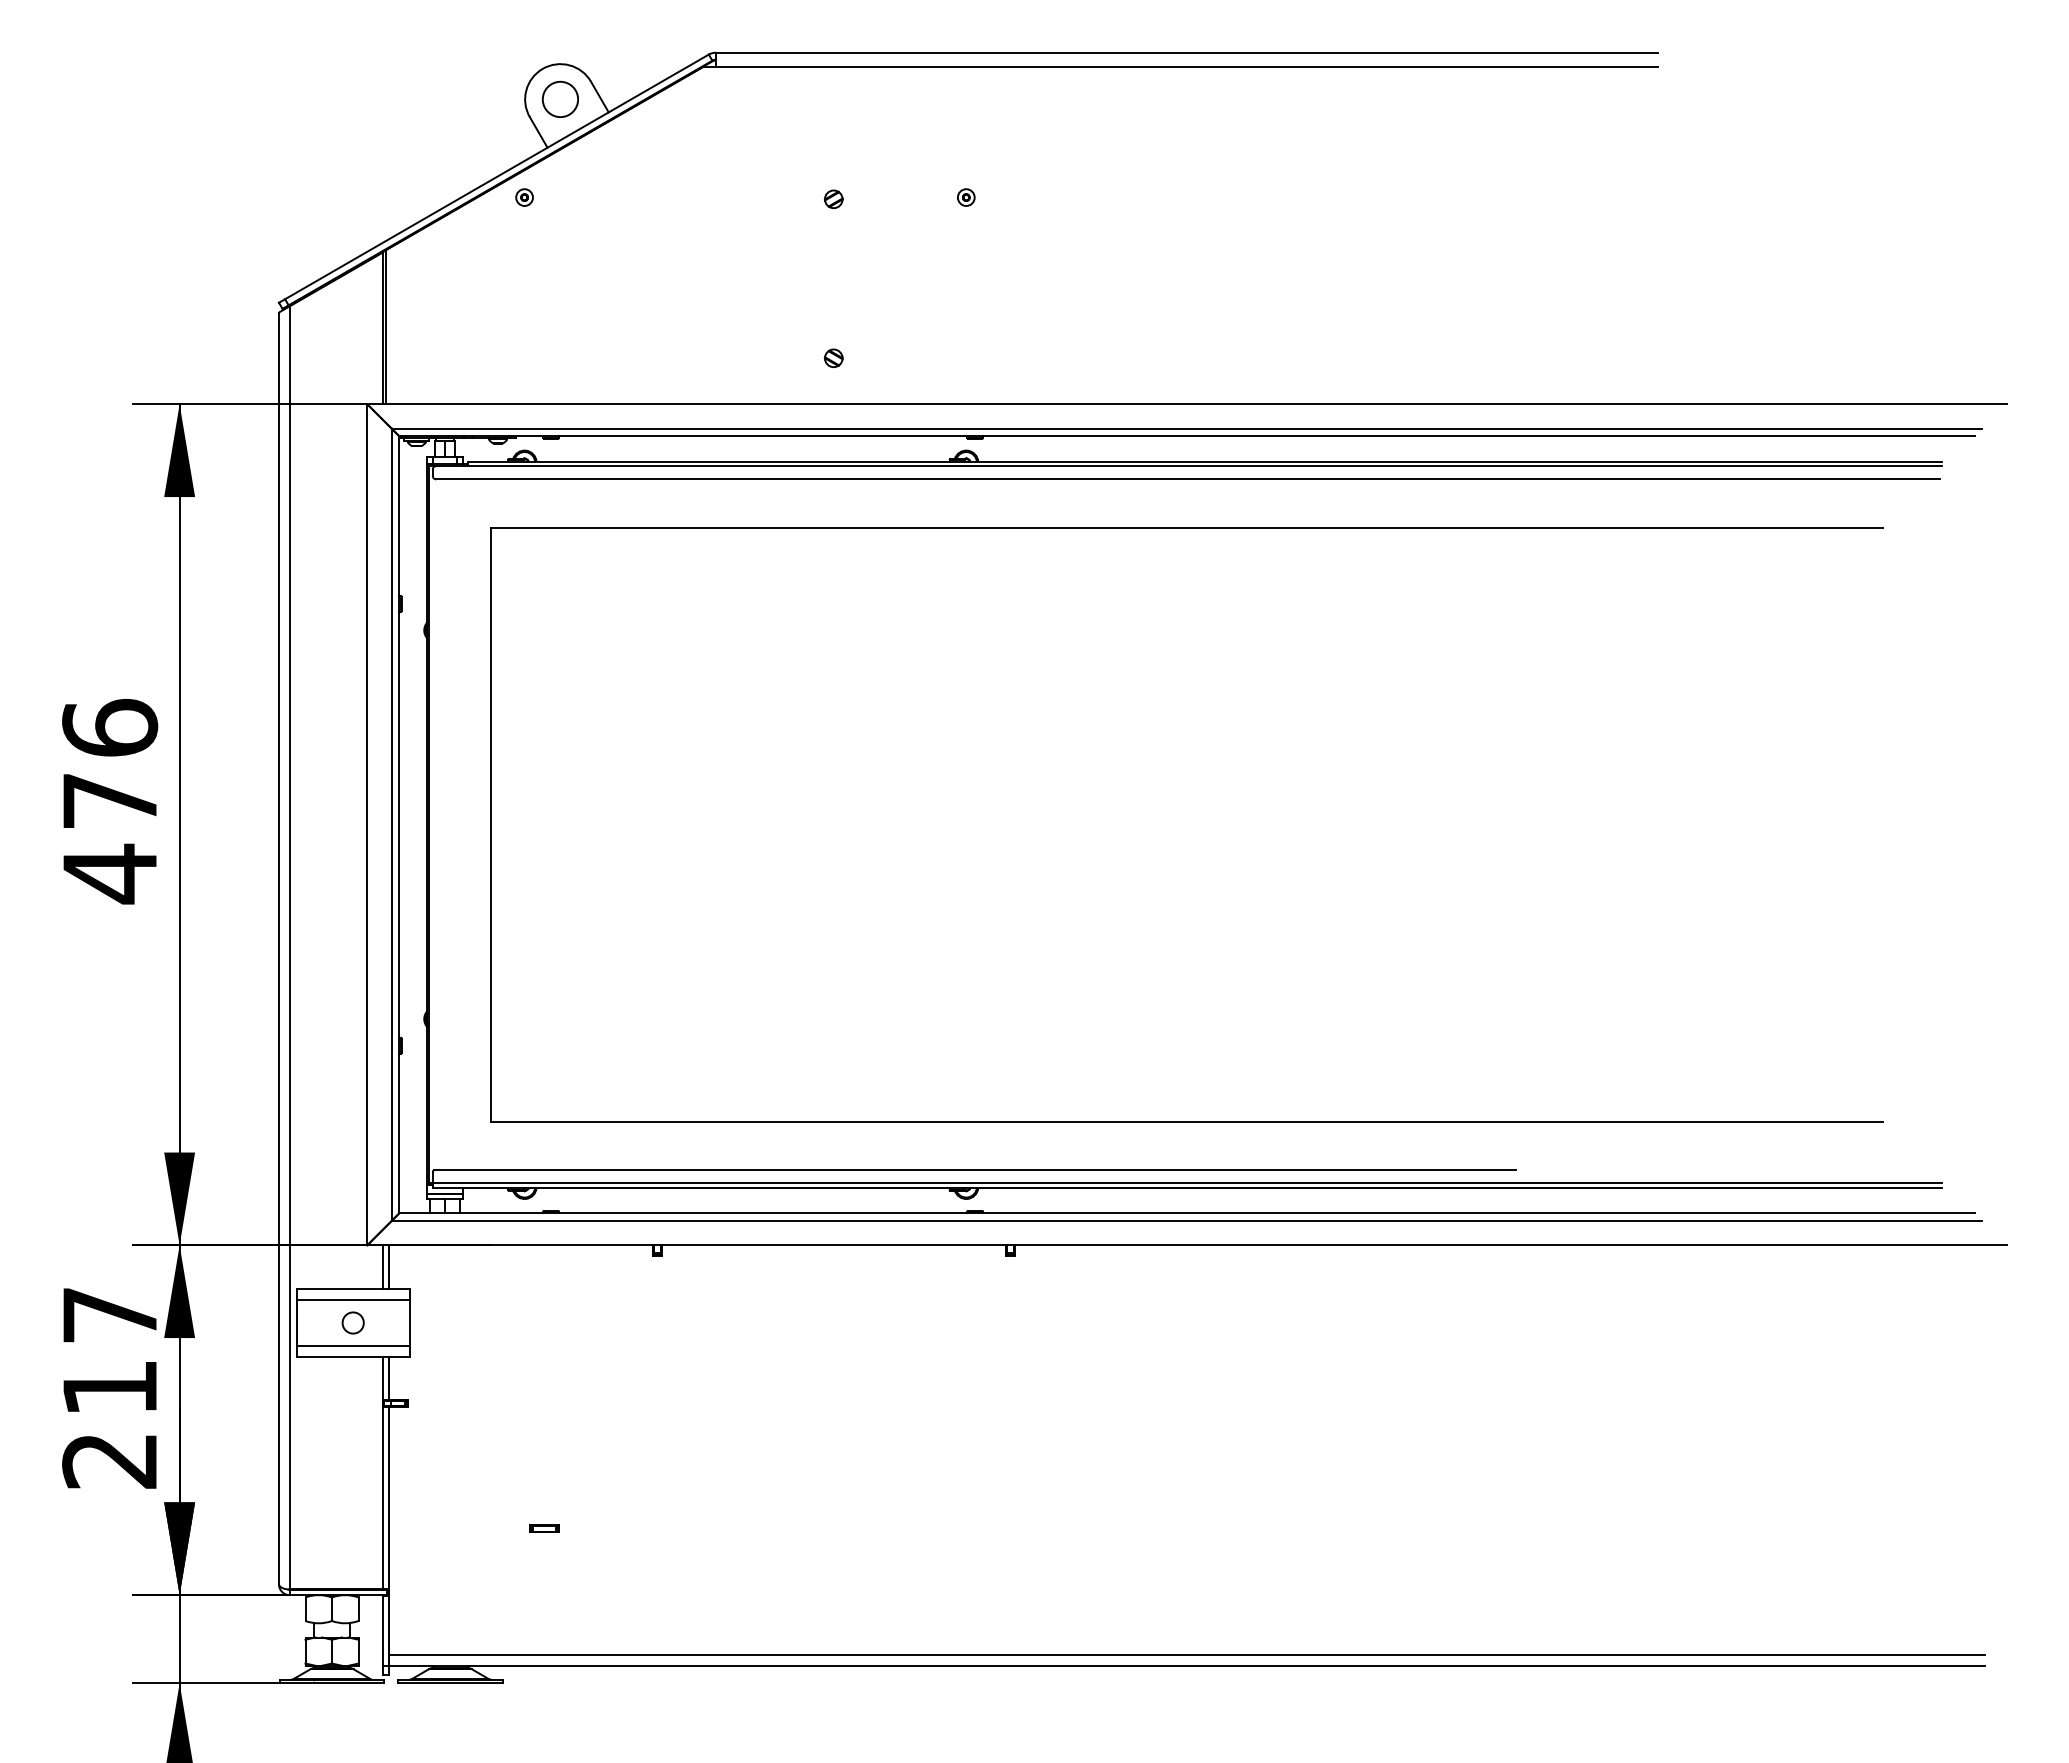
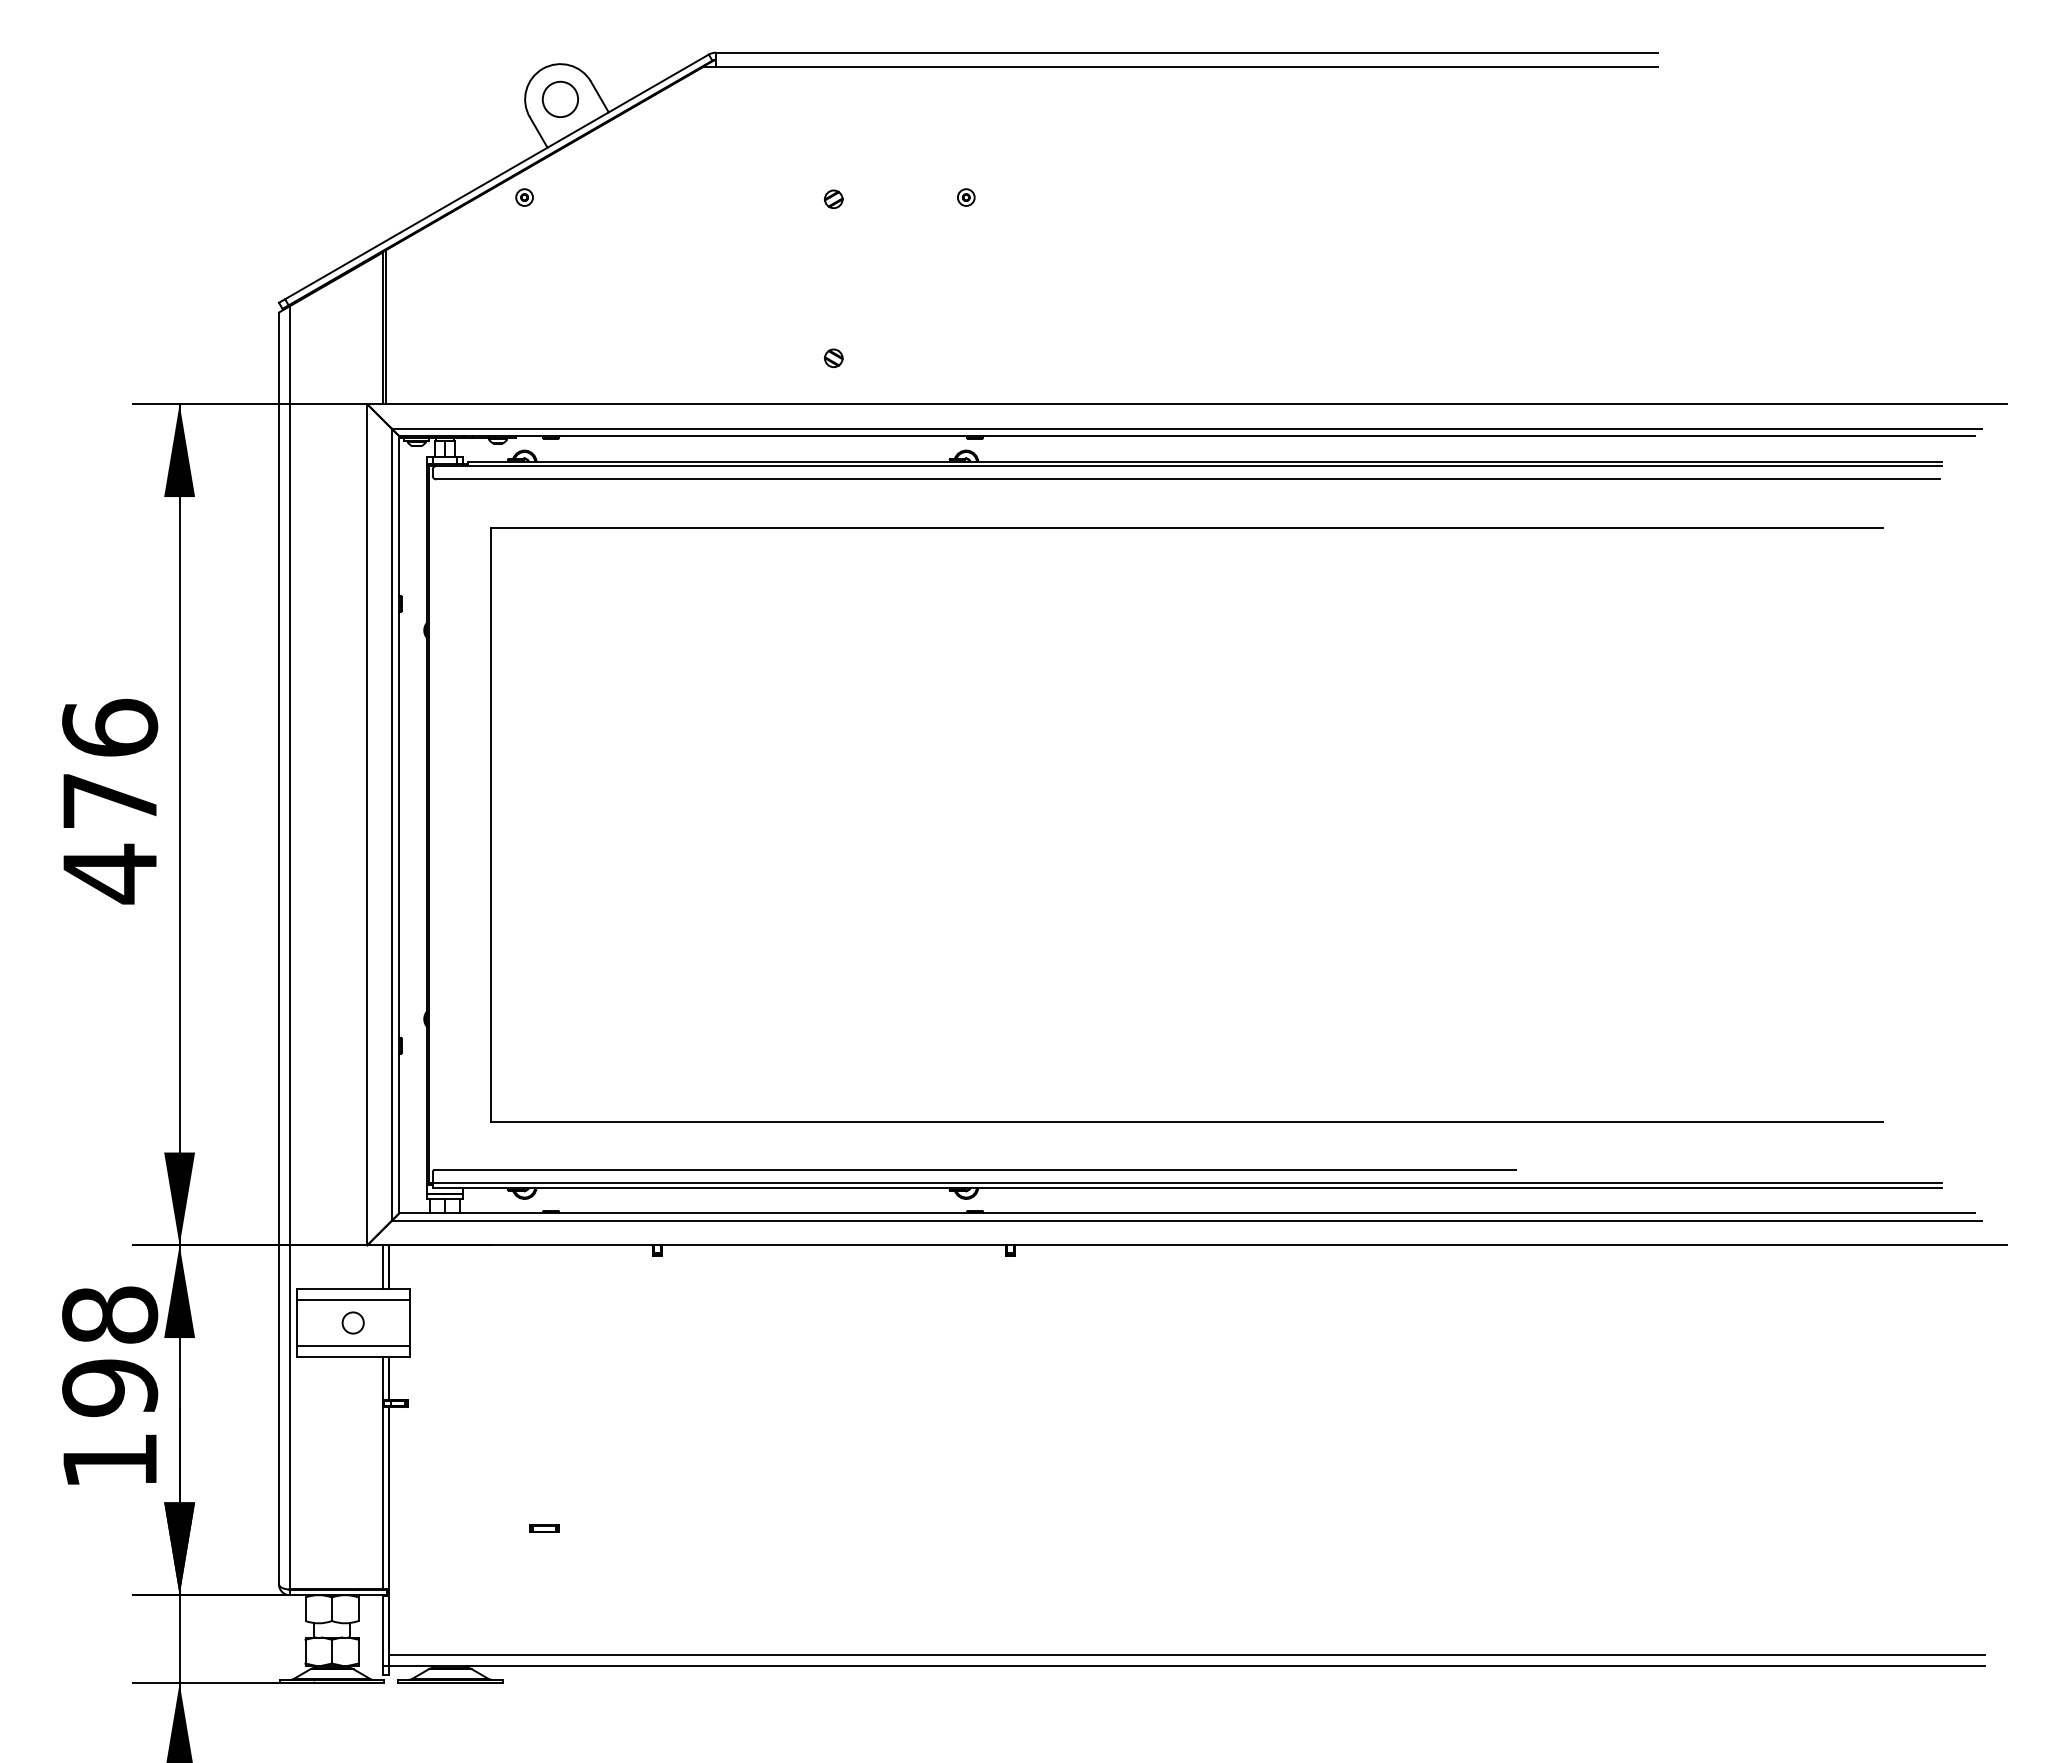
text at (110, 1387): 217 -> 198
